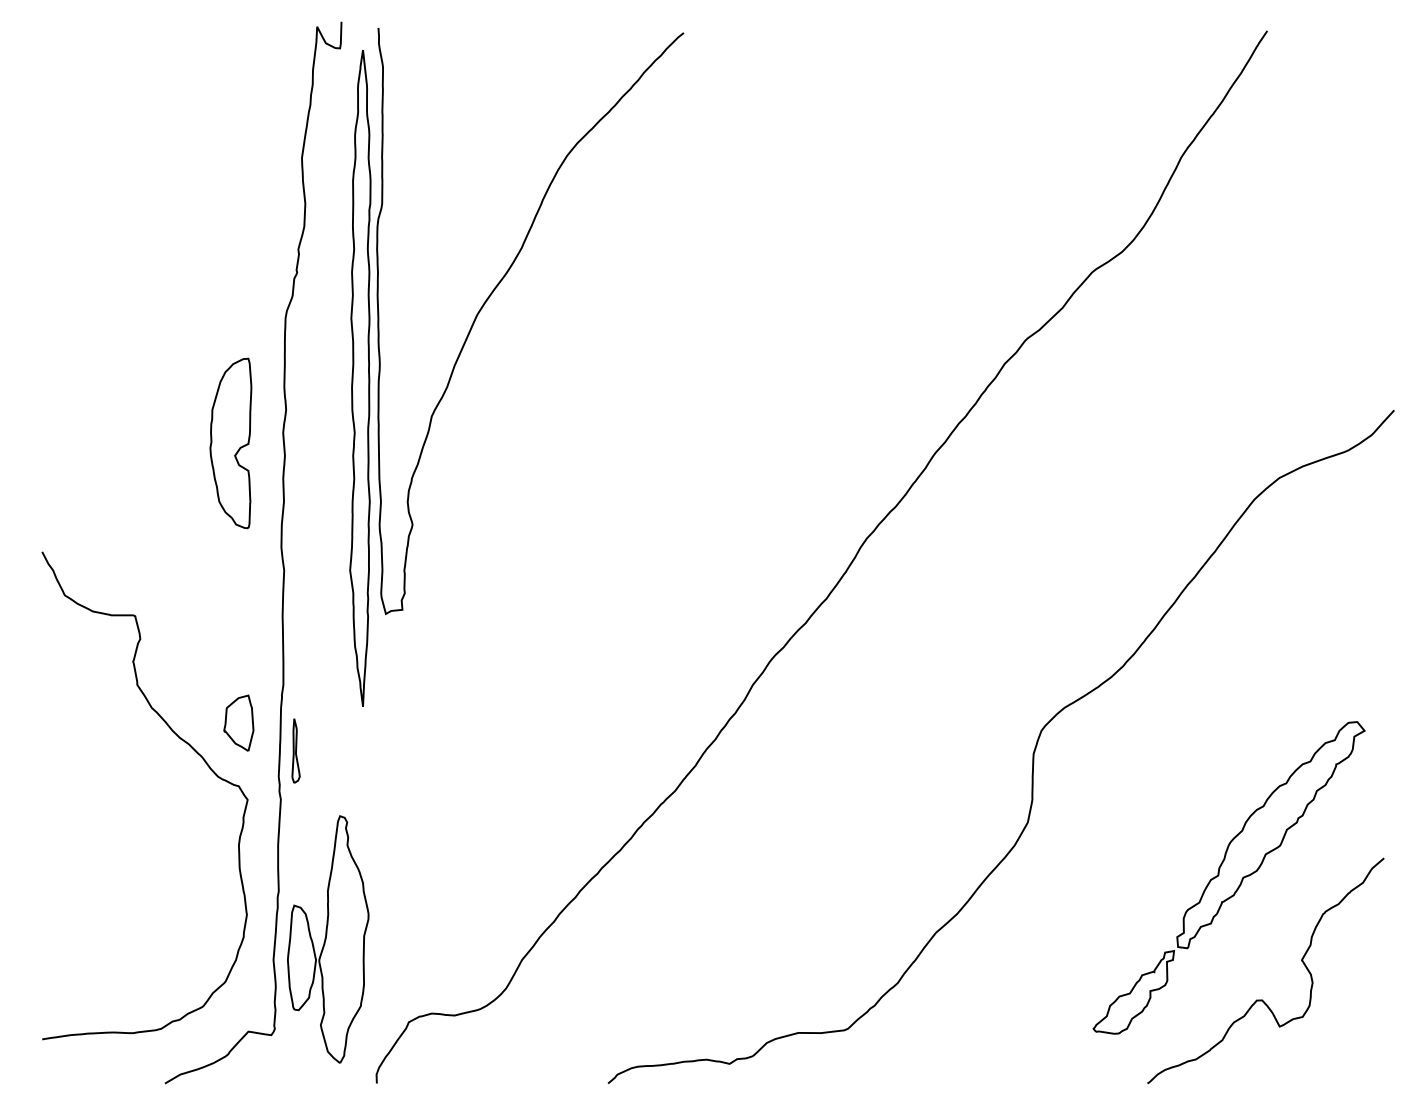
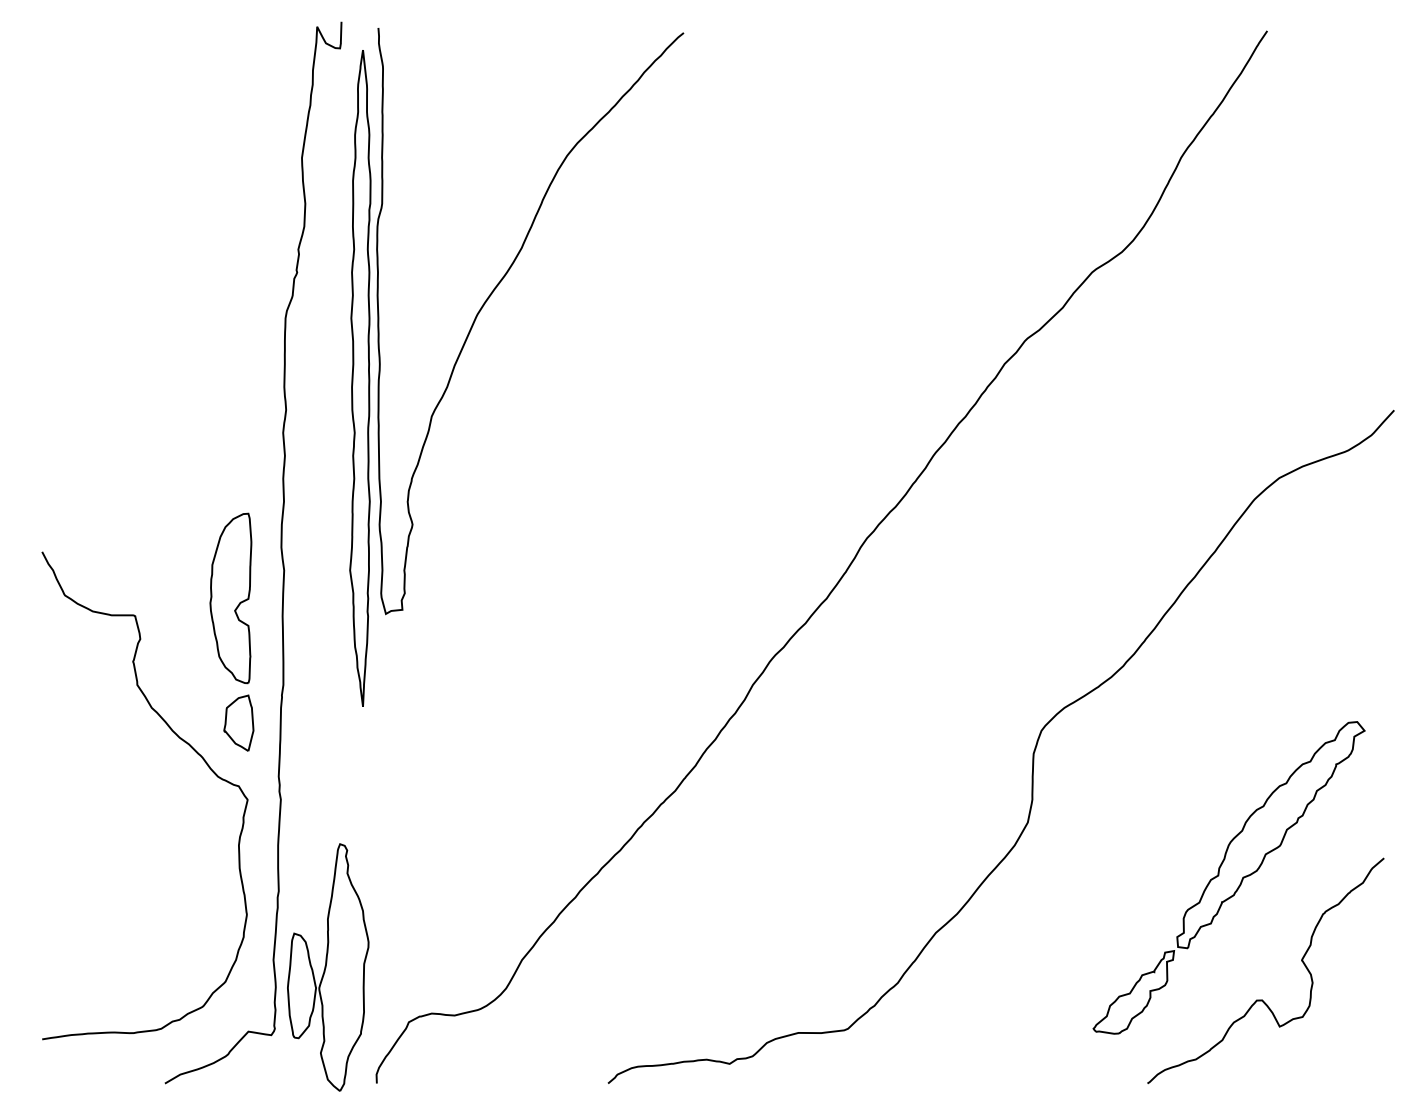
part at (230, 443) position: (230, 443) -> (230, 598)
part at (295, 750): present -> none
part at (328, 939) position: (328, 939) -> (328, 967)
